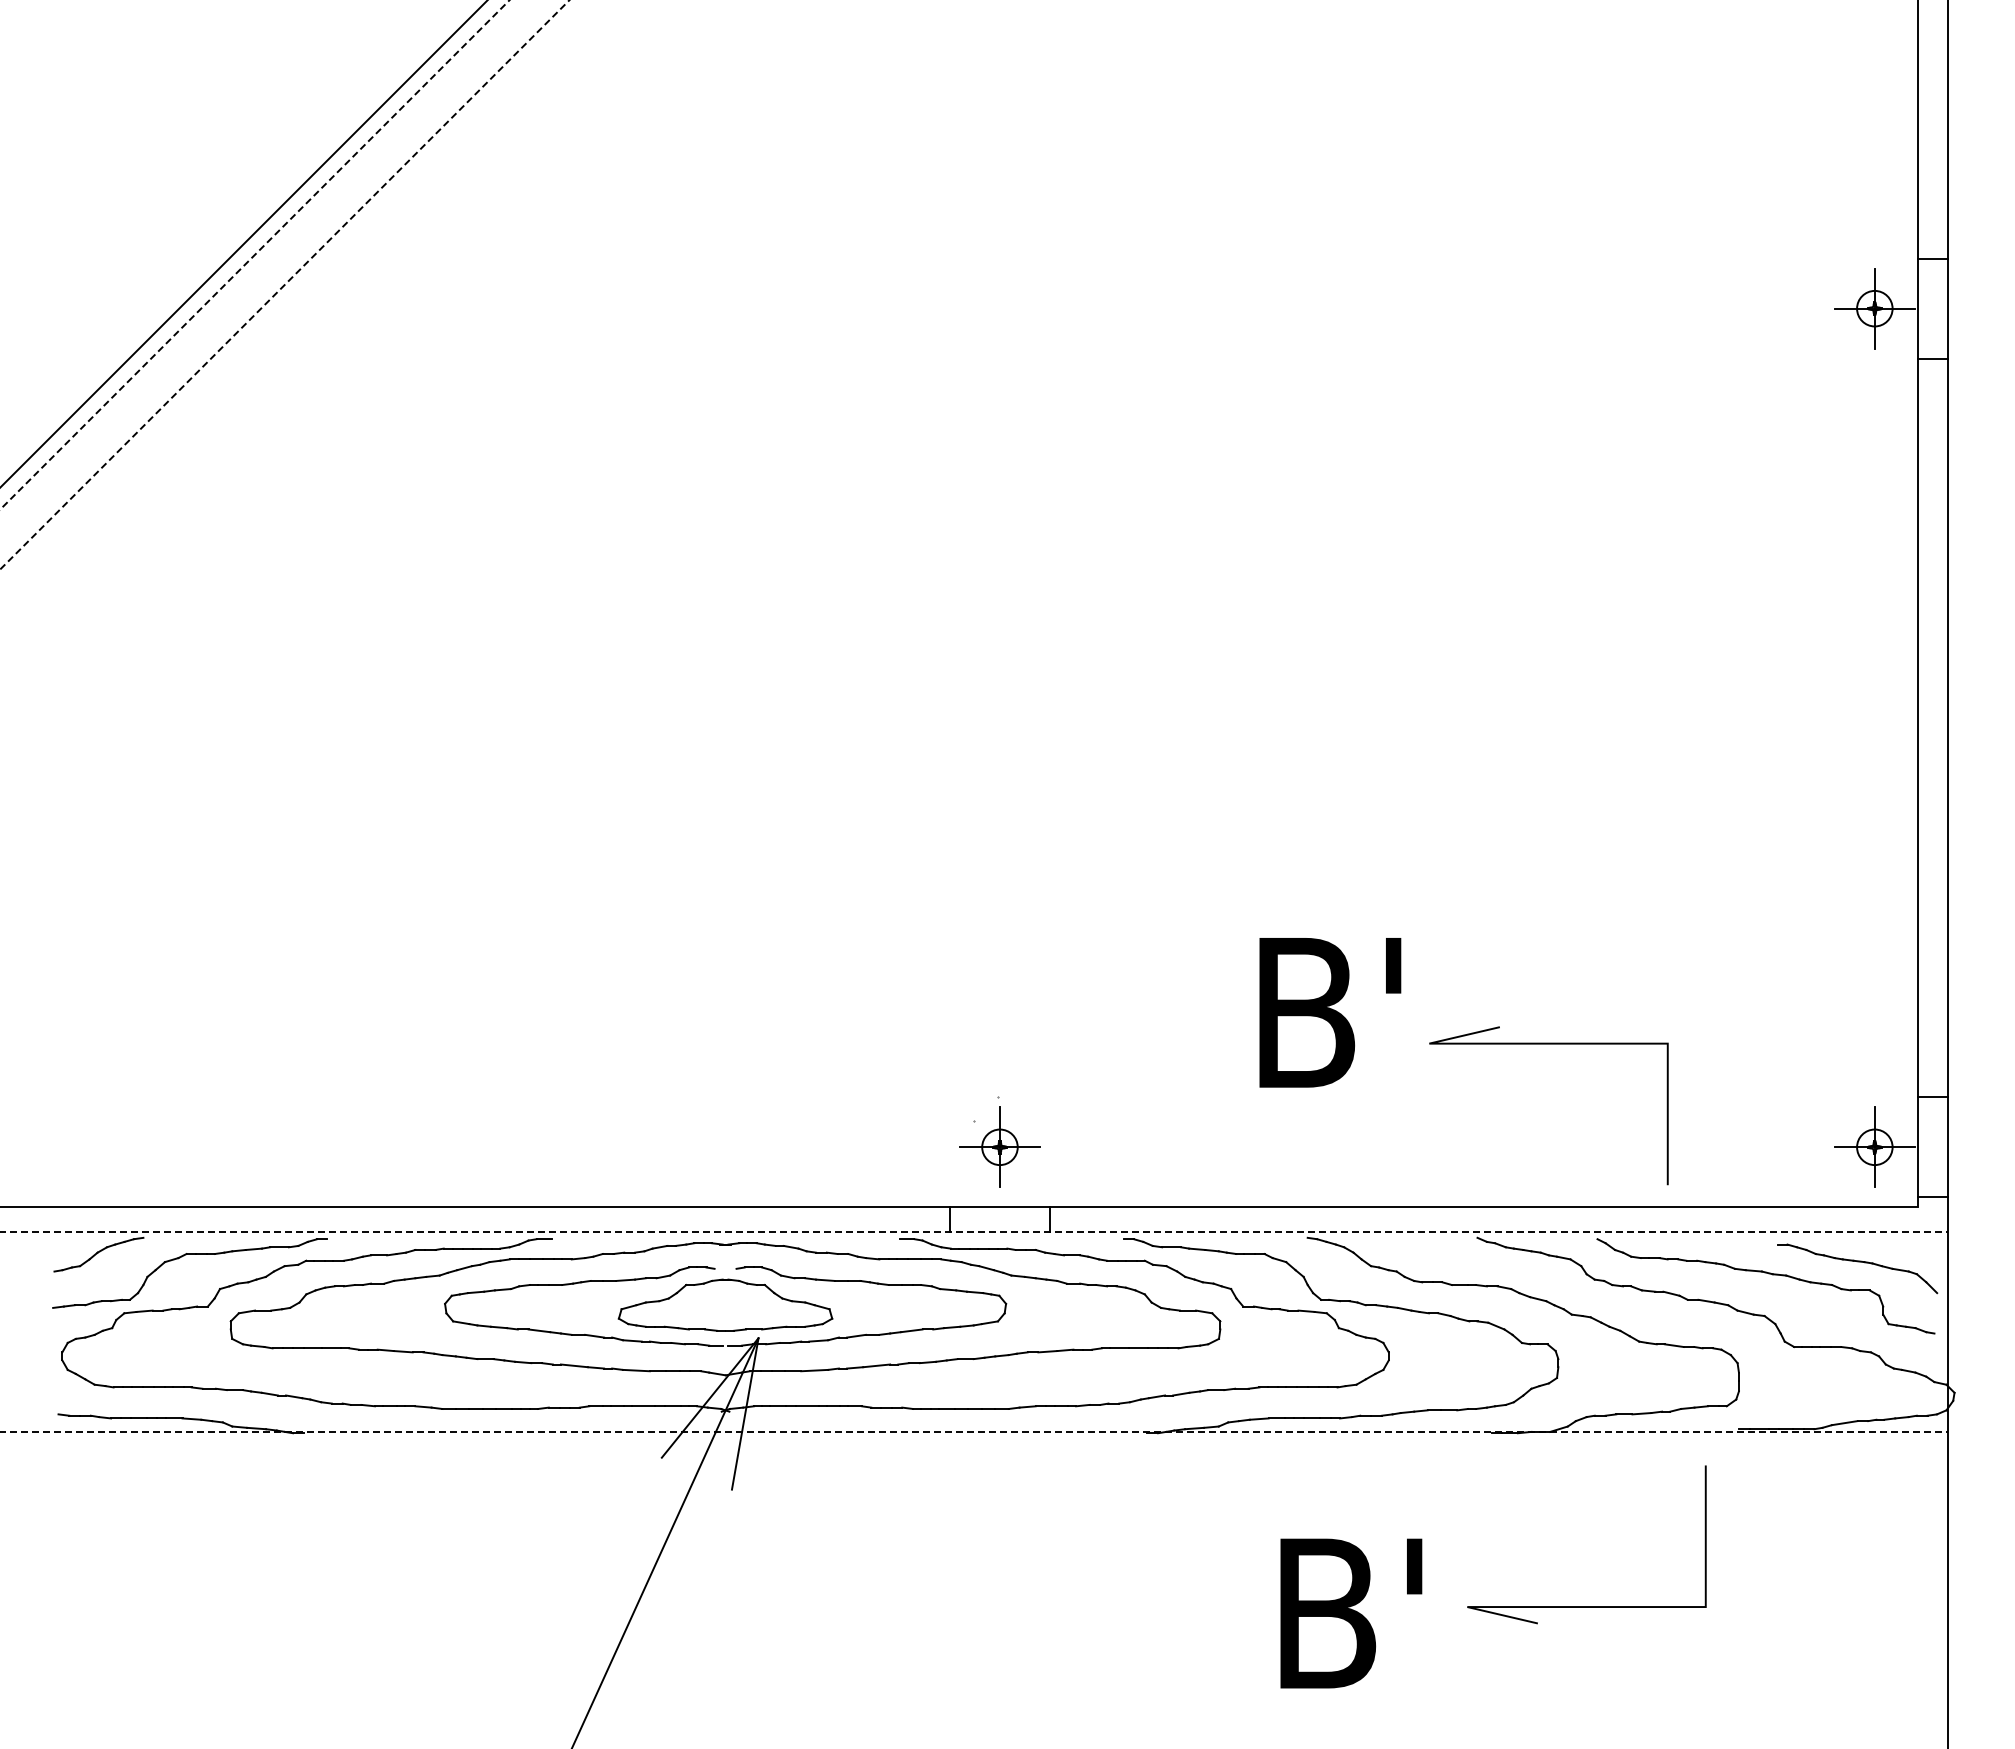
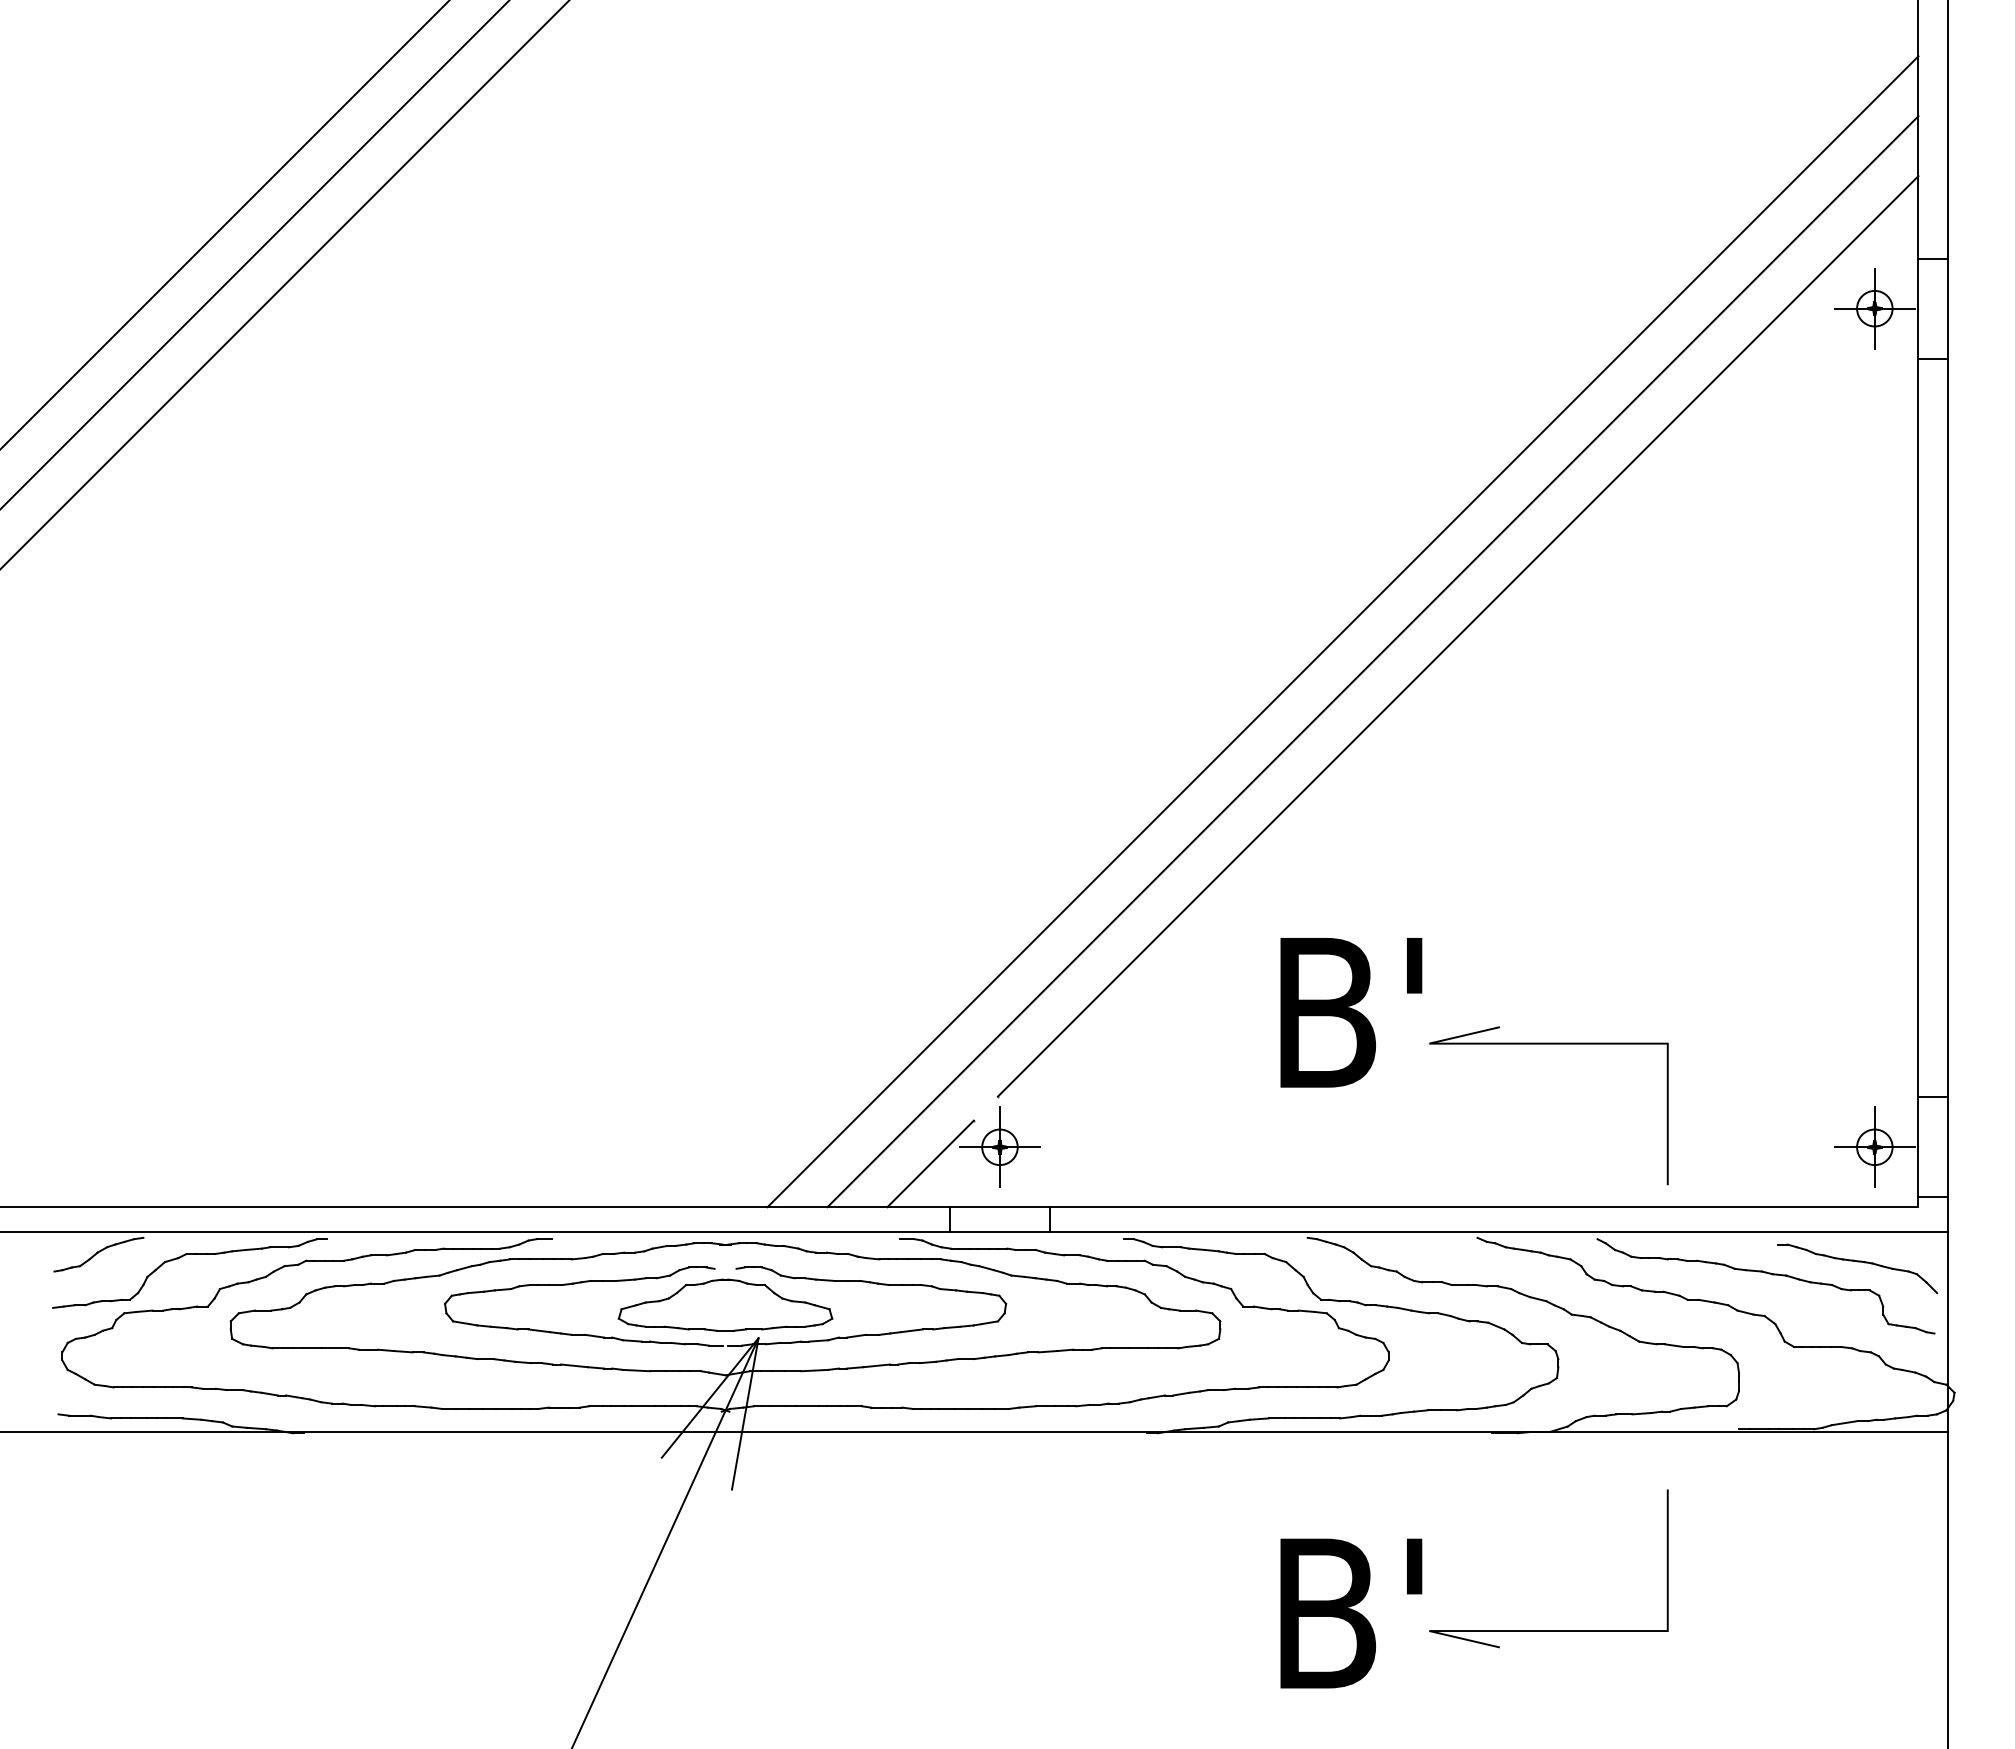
line at (243, 243) position: (243, 243) -> (224, 224)
line at (254, 254): dashed -> solid
line at (285, 284): dashed -> solid
line at (1342, 631): none -> present
line at (1457, 636): none -> present
line at (1372, 661): none -> present
text at (1330, 1012) position: (1330, 1012) -> (1351, 1012)
line at (930, 1163): none -> present
line at (974, 1232): dashed -> solid
line at (974, 1431): dashed -> solid
line at (1586, 1606) position: (1586, 1606) -> (1548, 1630)
